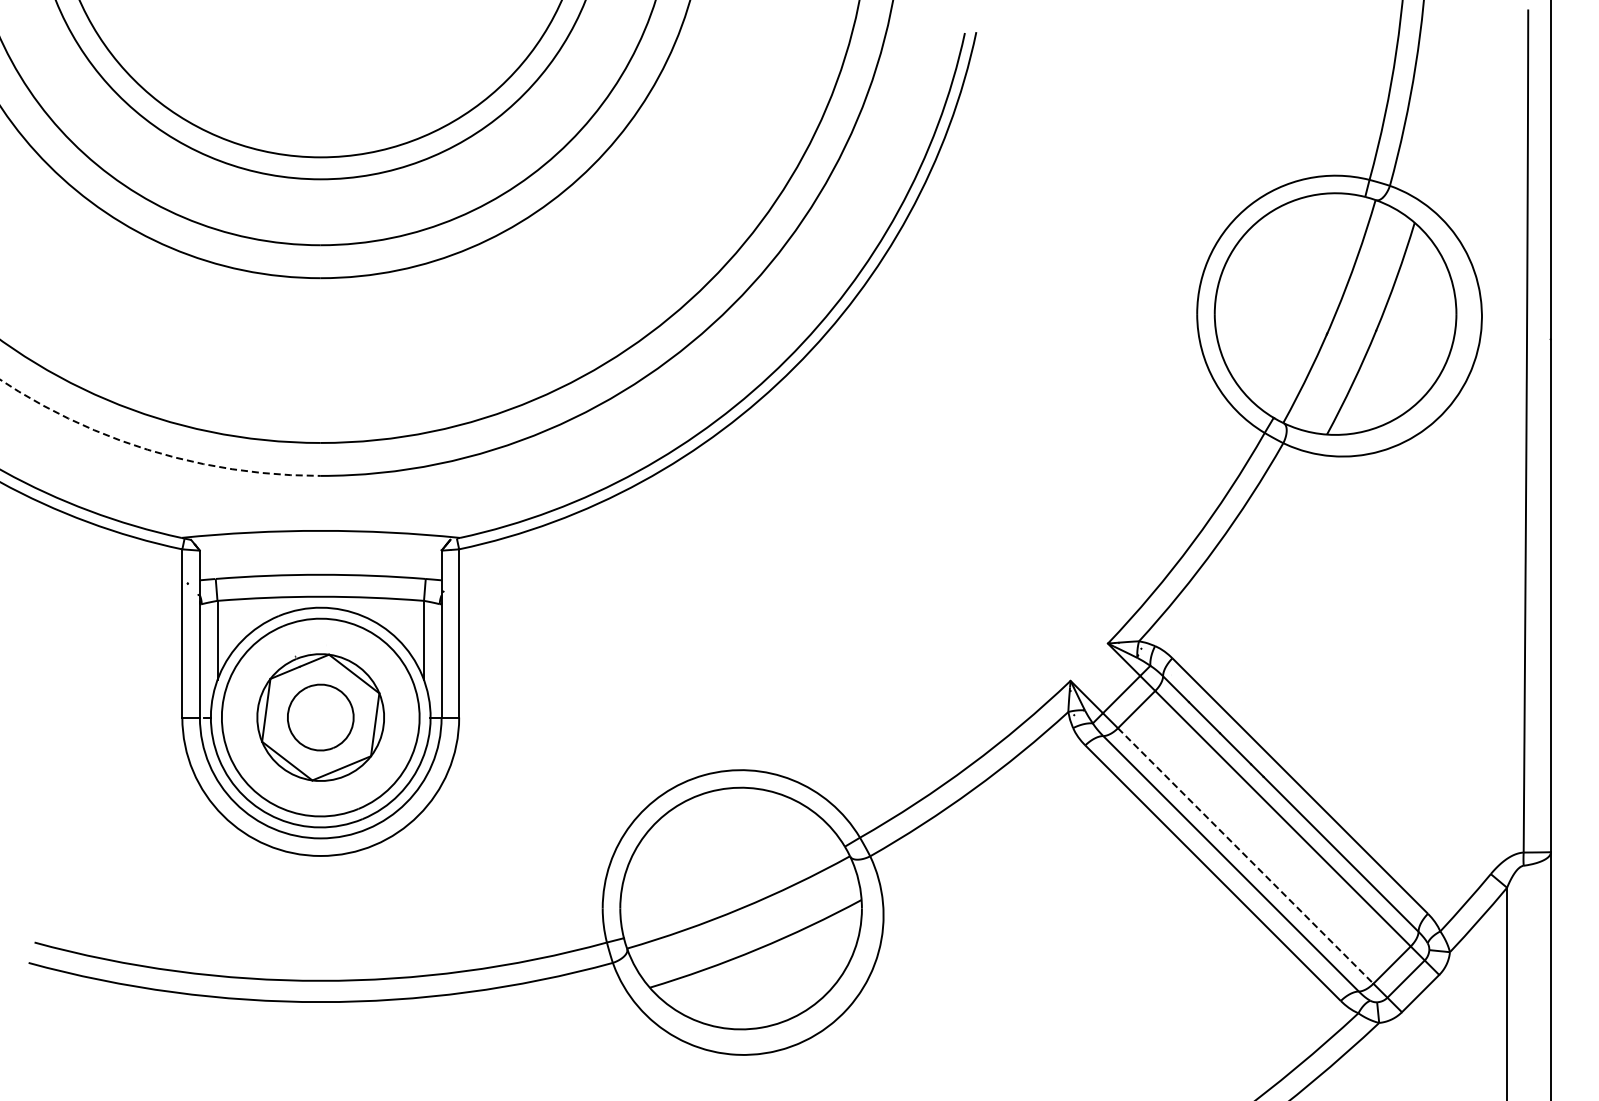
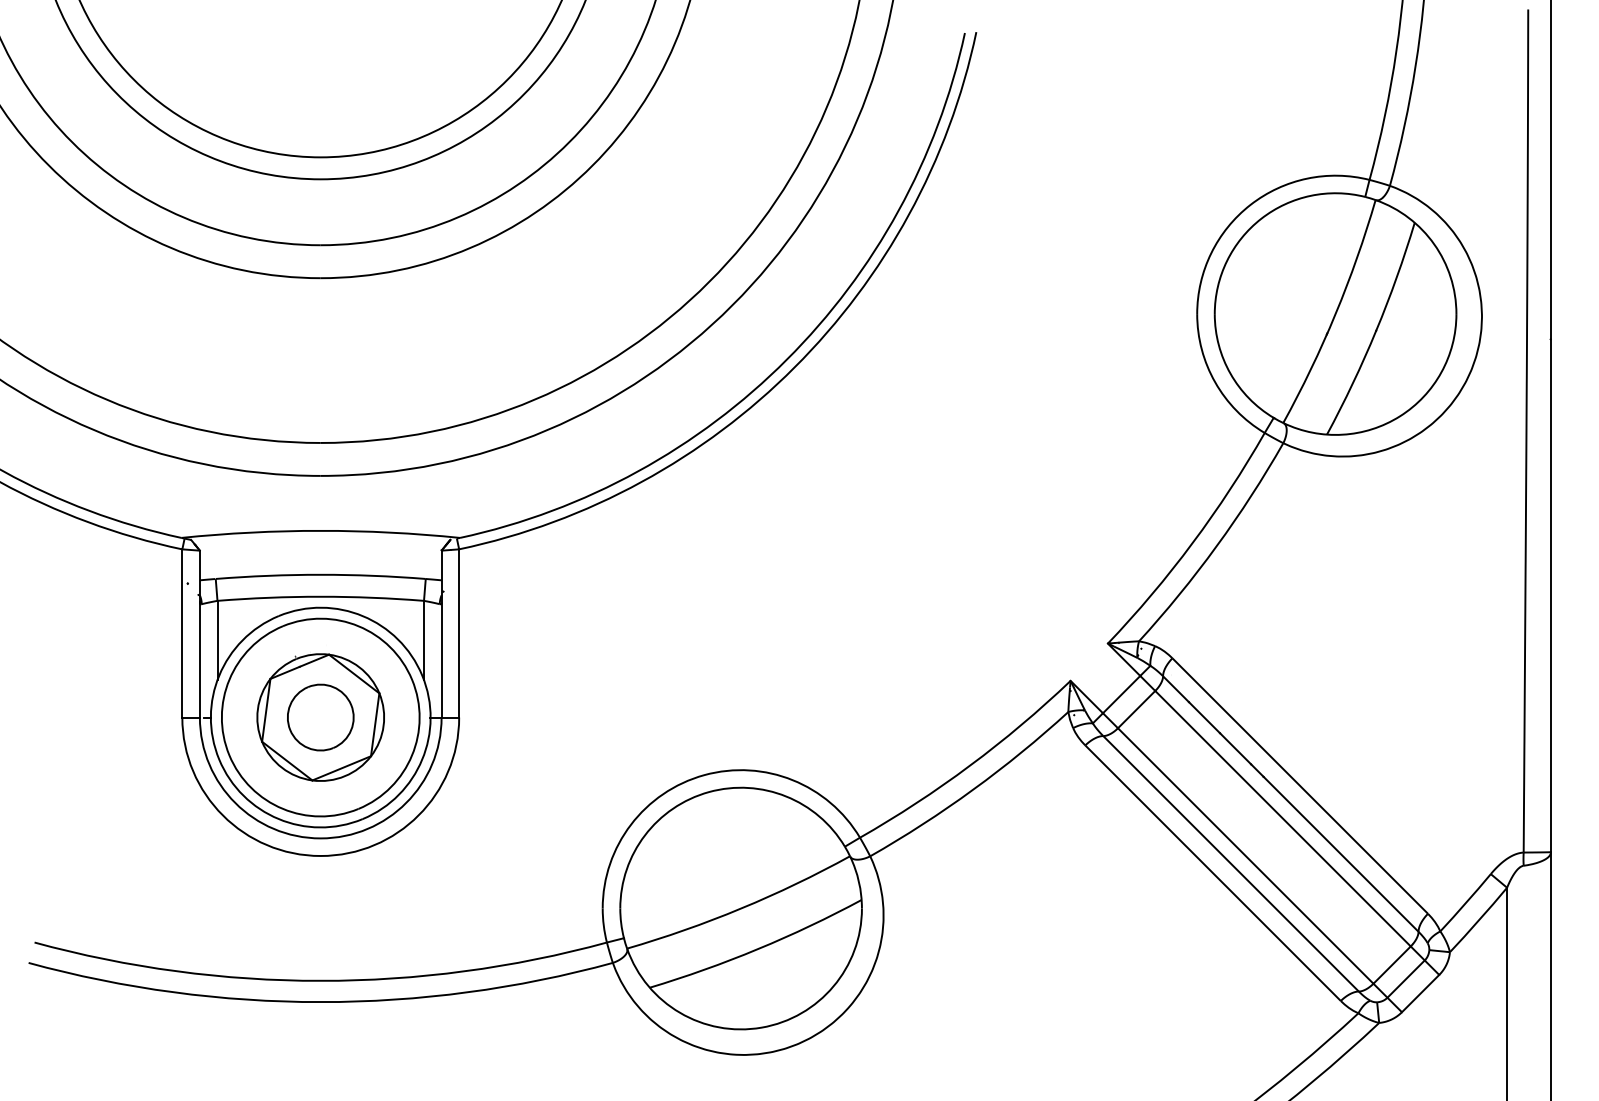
arc at (151, 450): dashed -> solid
line at (1245, 856): dashed -> solid
